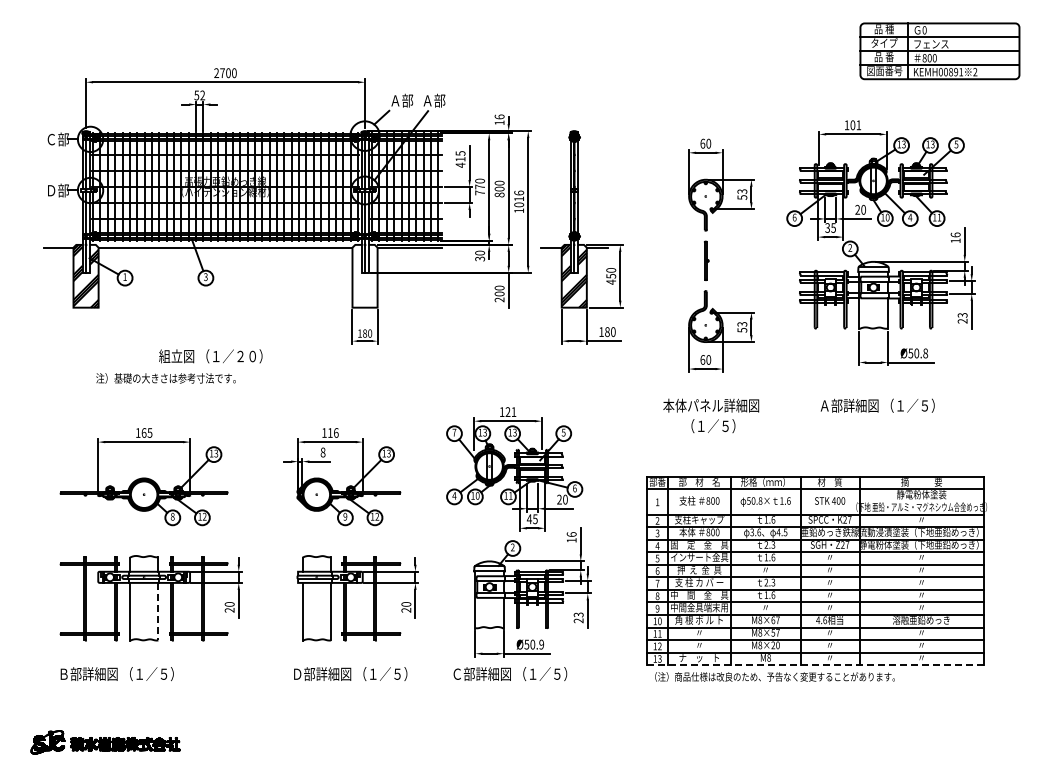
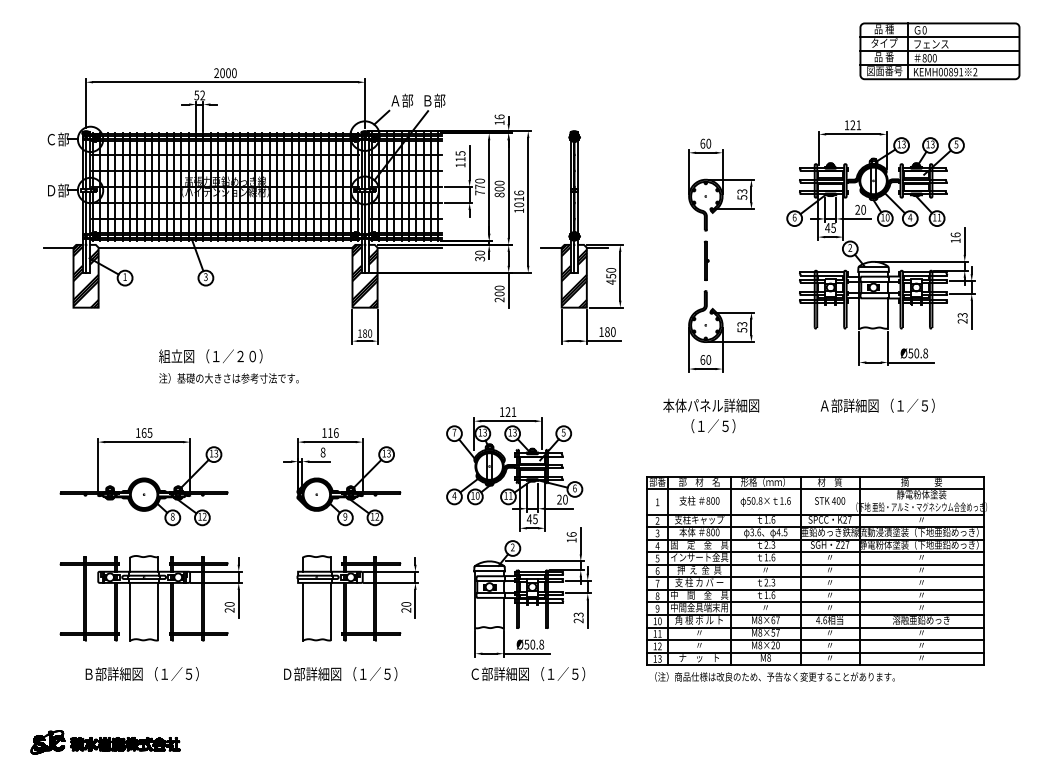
text at (222, 73): 2700 -> 2000
text at (427, 100): Ａ部 -> Ｂ部
text at (852, 125): 101 -> 121
text at (460, 164): 415 -> 115
text at (827, 227): 35 -> 45
hatch at (364, 275): none -> present
text at (165, 378) position: (165, 378) -> (228, 378)
line at (158, 611): dashed -> solid
text at (541, 644): Ø50.9 -> Ø50.8
line at (815, 665): dashed -> solid
text at (350, 673) position: (350, 673) -> (340, 673)
text at (510, 673) position: (510, 673) -> (528, 673)
text at (116, 674) position: (116, 674) -> (141, 674)
